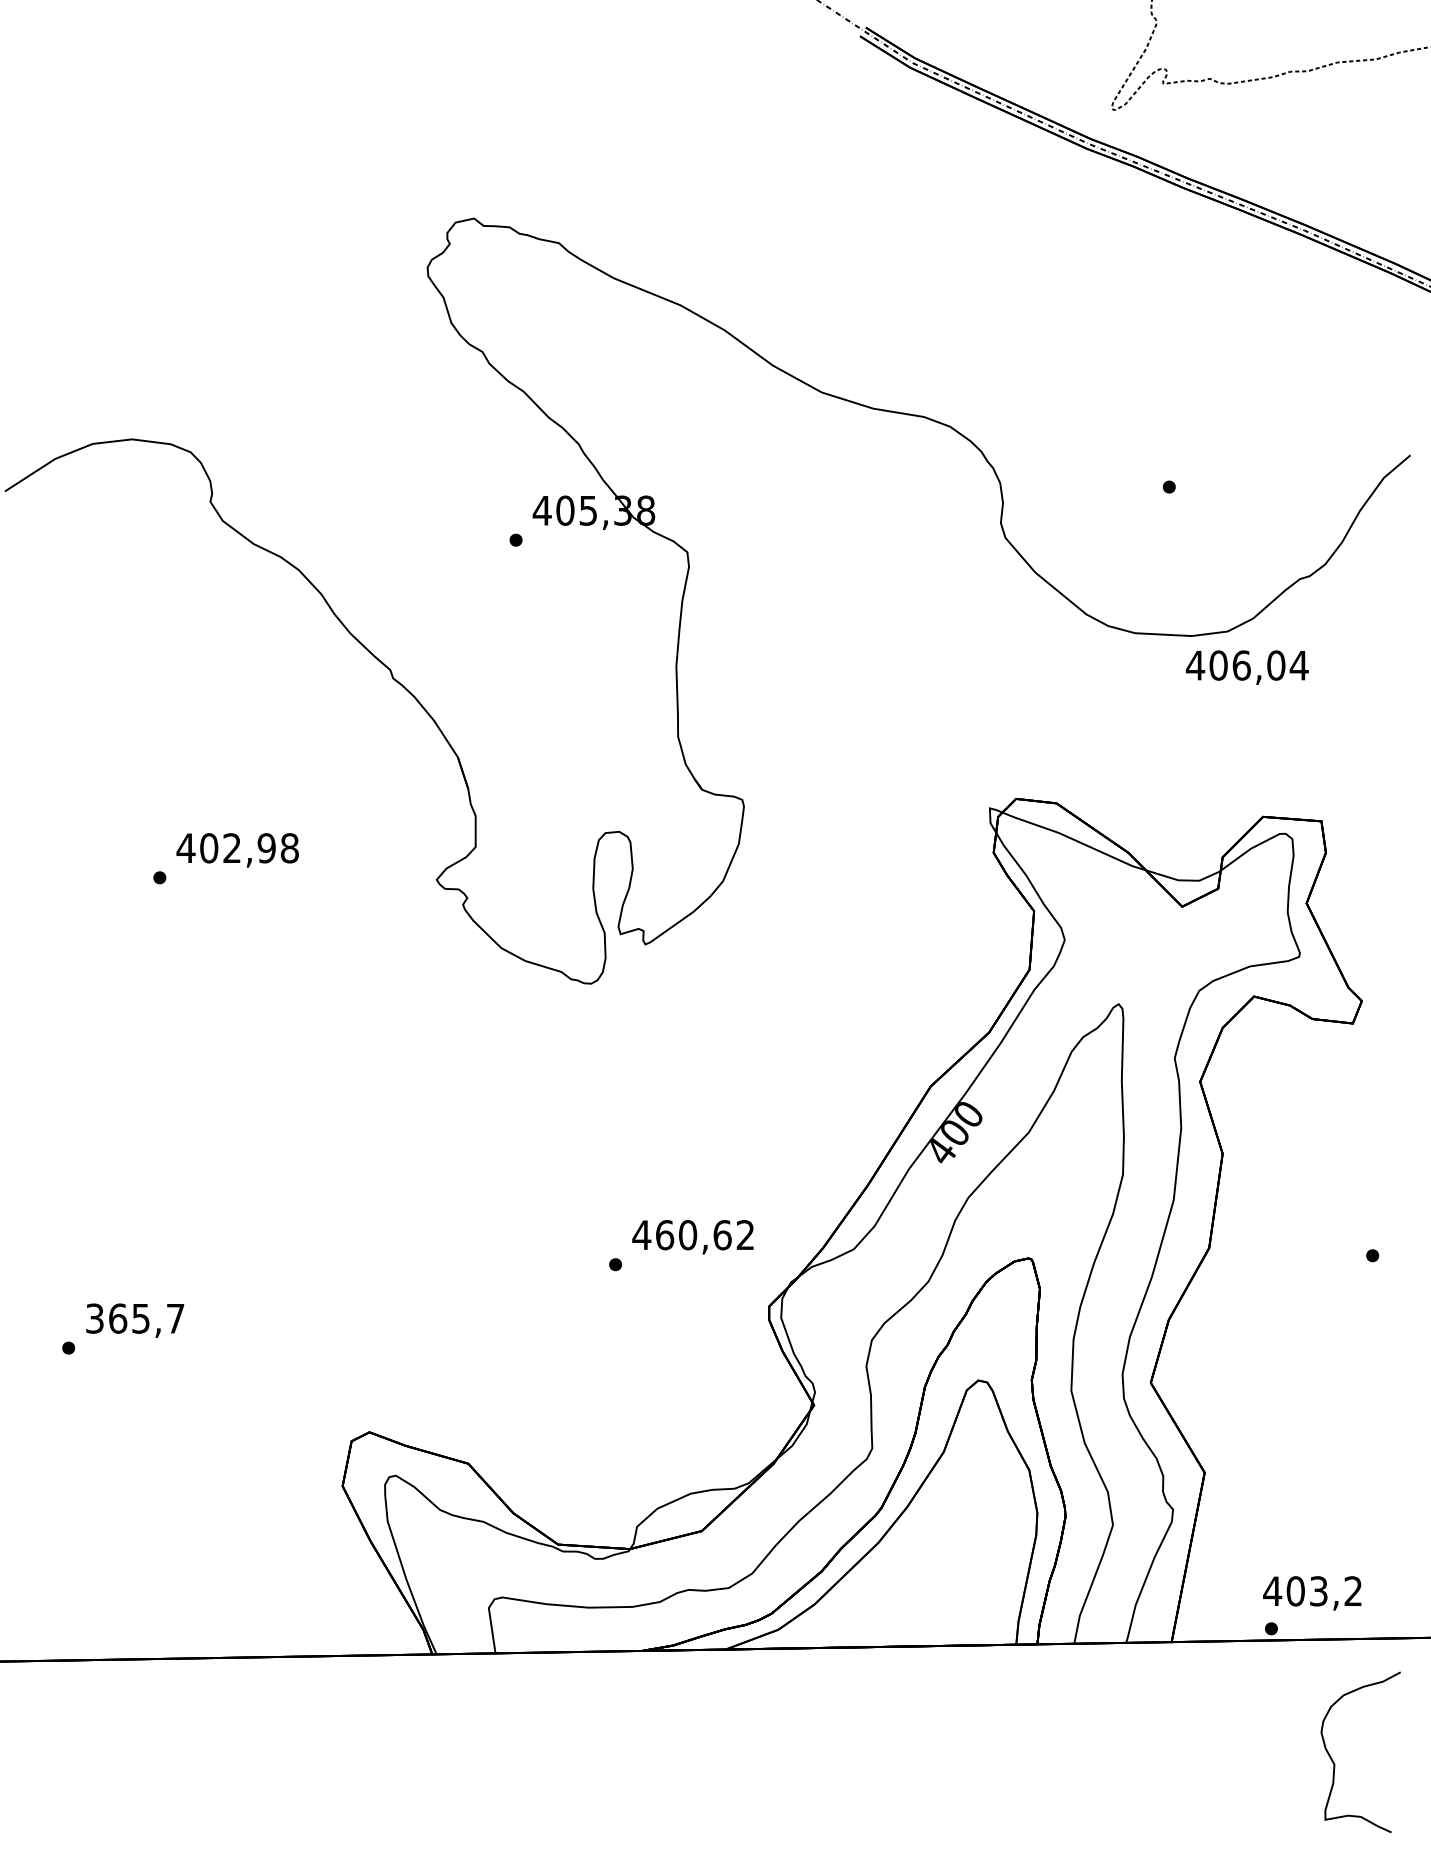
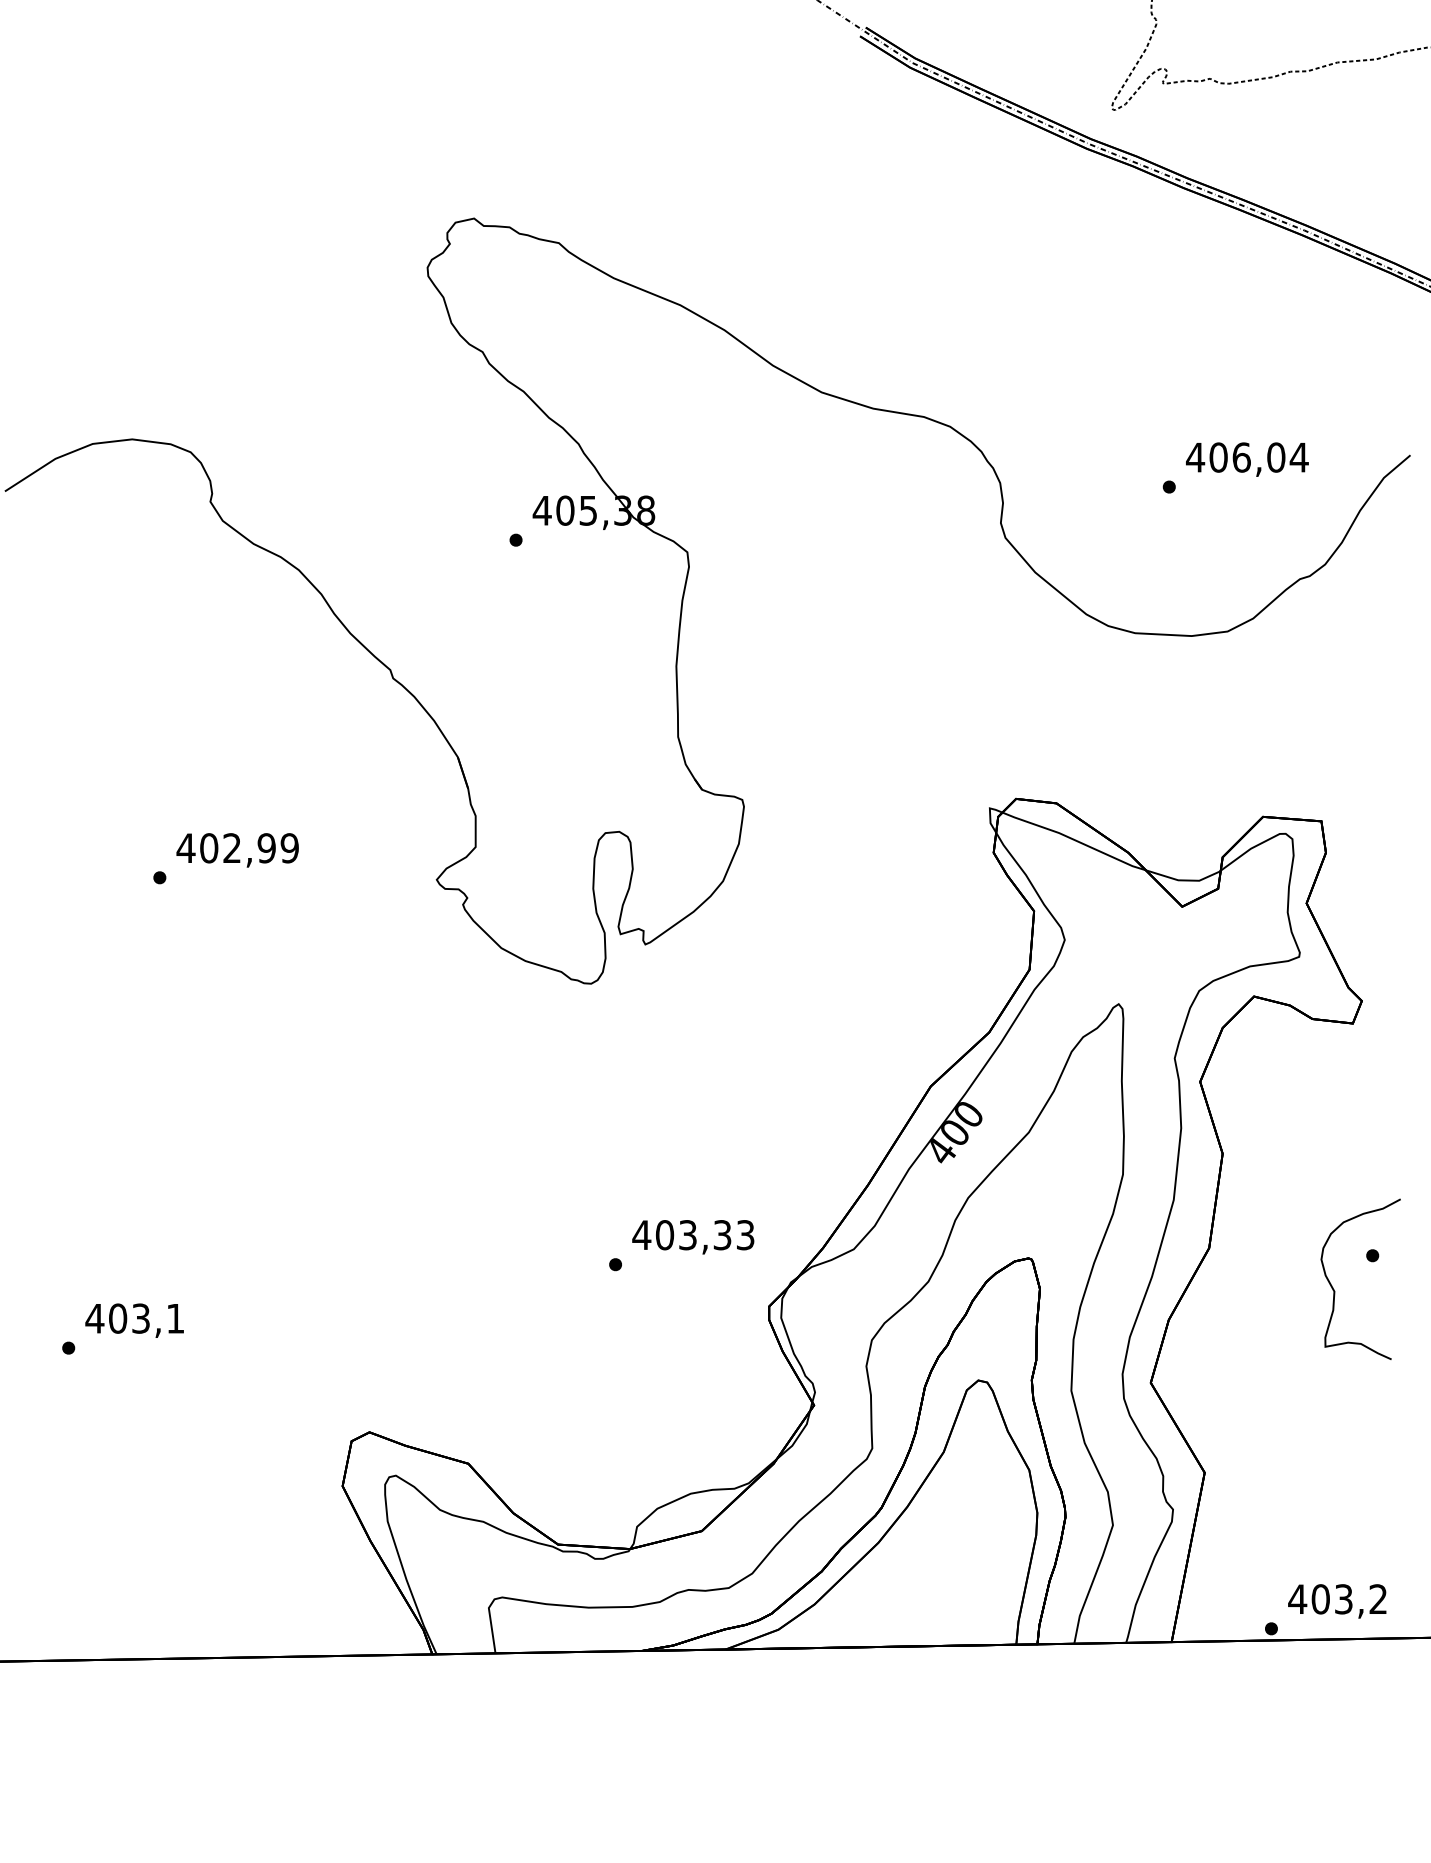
text at (1247, 667) position: (1247, 667) -> (1247, 459)
text at (289, 848): 402,98 -> 402,99
text at (704, 1235): 460,62 -> 403,33
text at (134, 1318): 365,7 -> 403,1
text at (1312, 1593) position: (1312, 1593) -> (1337, 1601)
curve at (1335, 1764) position: (1335, 1764) -> (1335, 1291)
